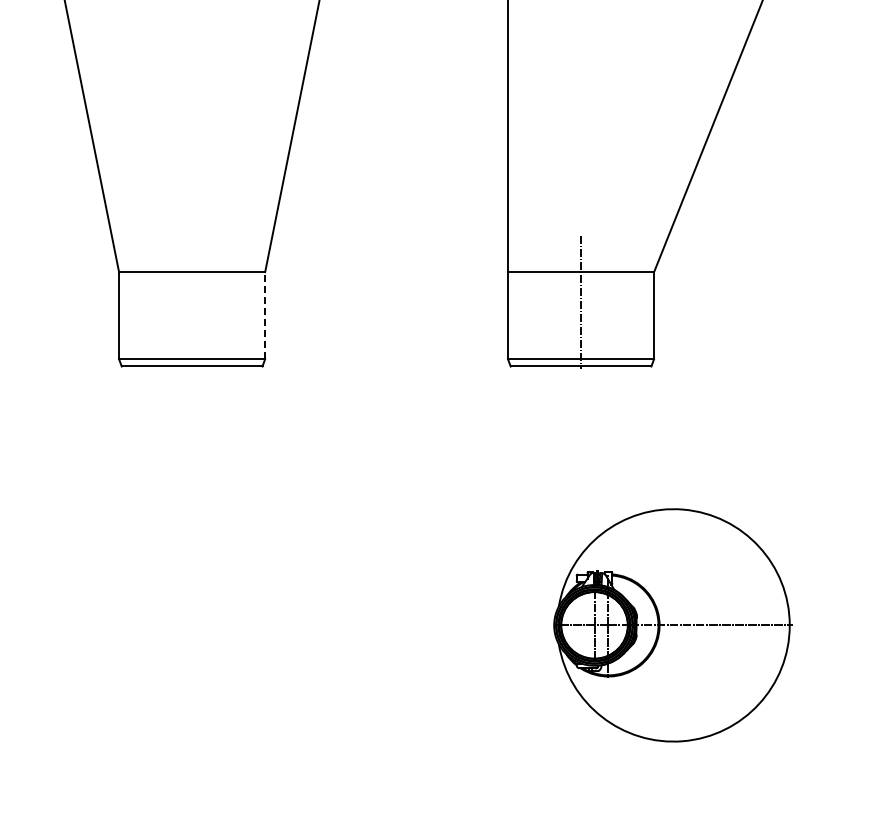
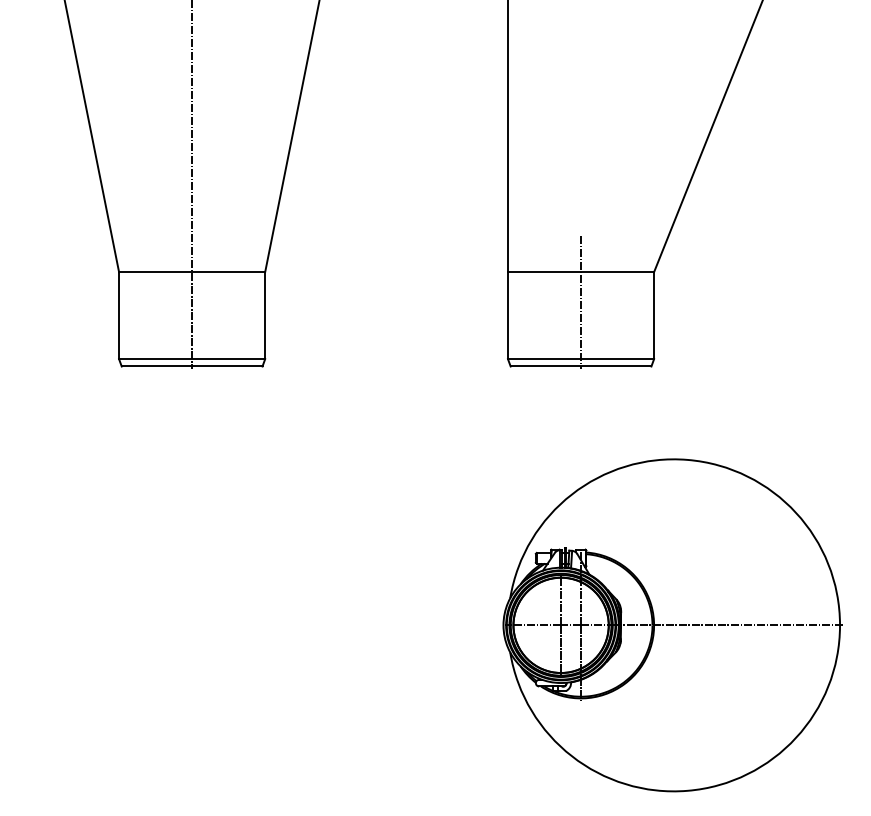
line at (192, 185): none -> present
line at (265, 315): dashed -> solid
part at (672, 625) size: 240x235 px -> 341x335 px
